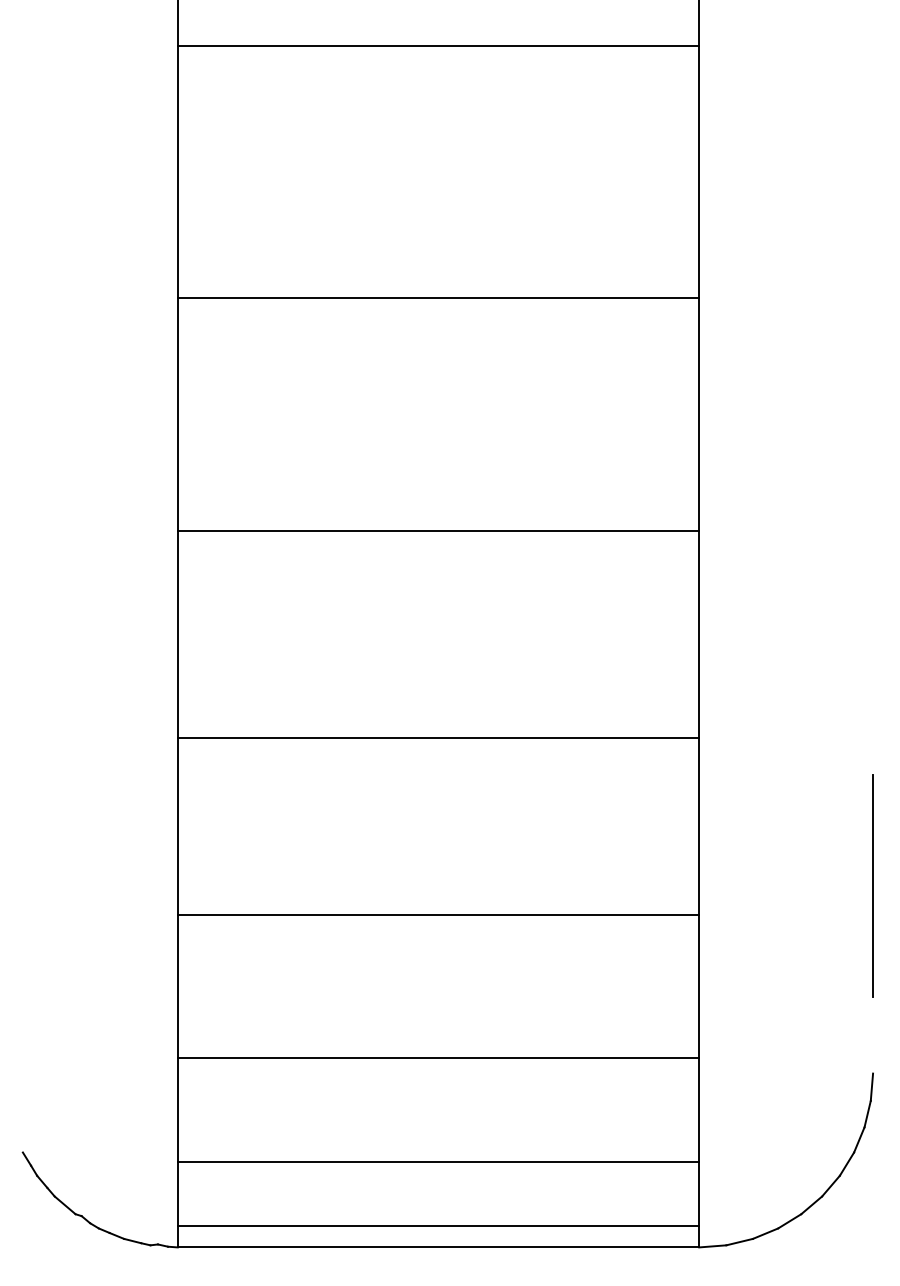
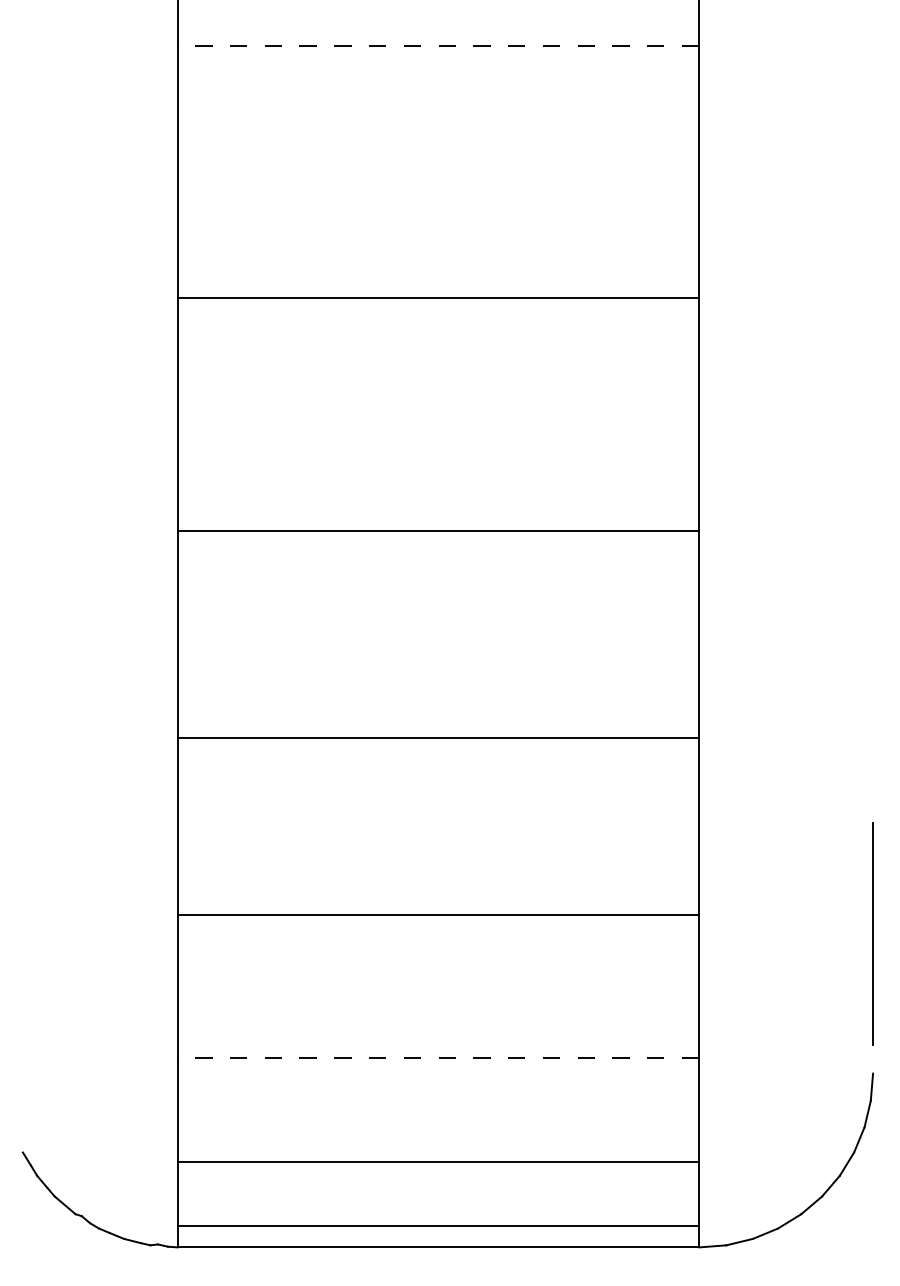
line at (438, 46): solid -> dashed
line at (872, 885) position: (872, 885) -> (872, 933)
line at (438, 1057): solid -> dashed
